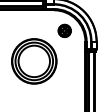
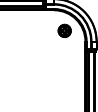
part at (34, 61): present -> none
